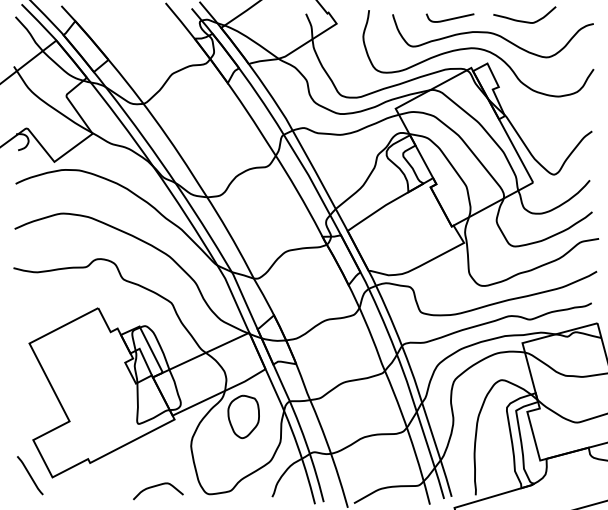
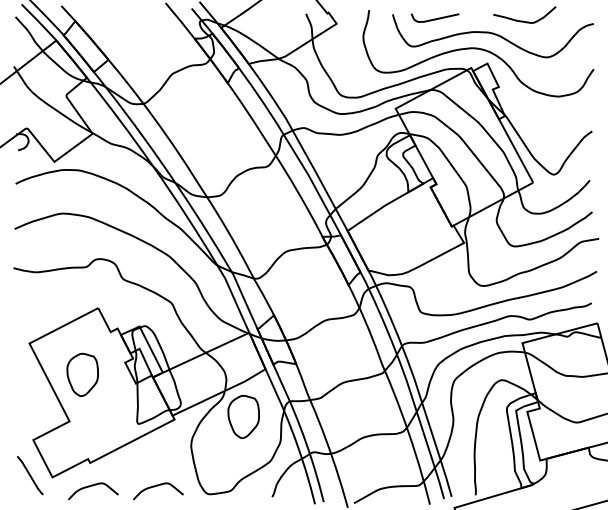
curve at (449, 18) position: (449, 18) -> (434, 18)
part at (82, 374): none -> present
curve at (93, 486): none -> present
